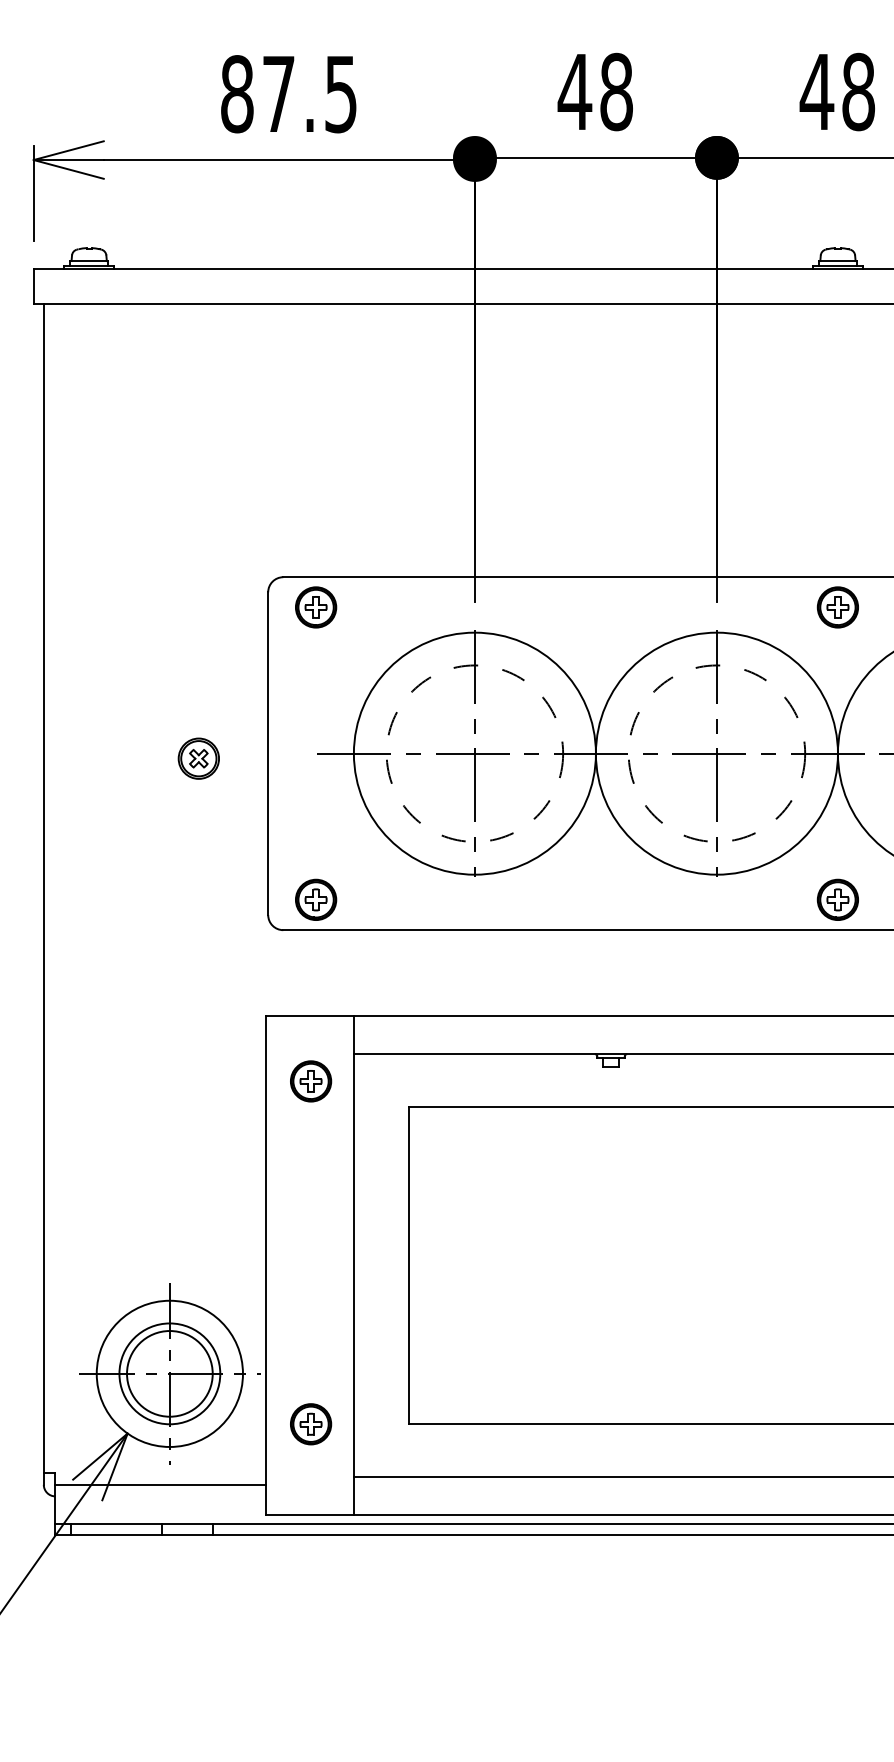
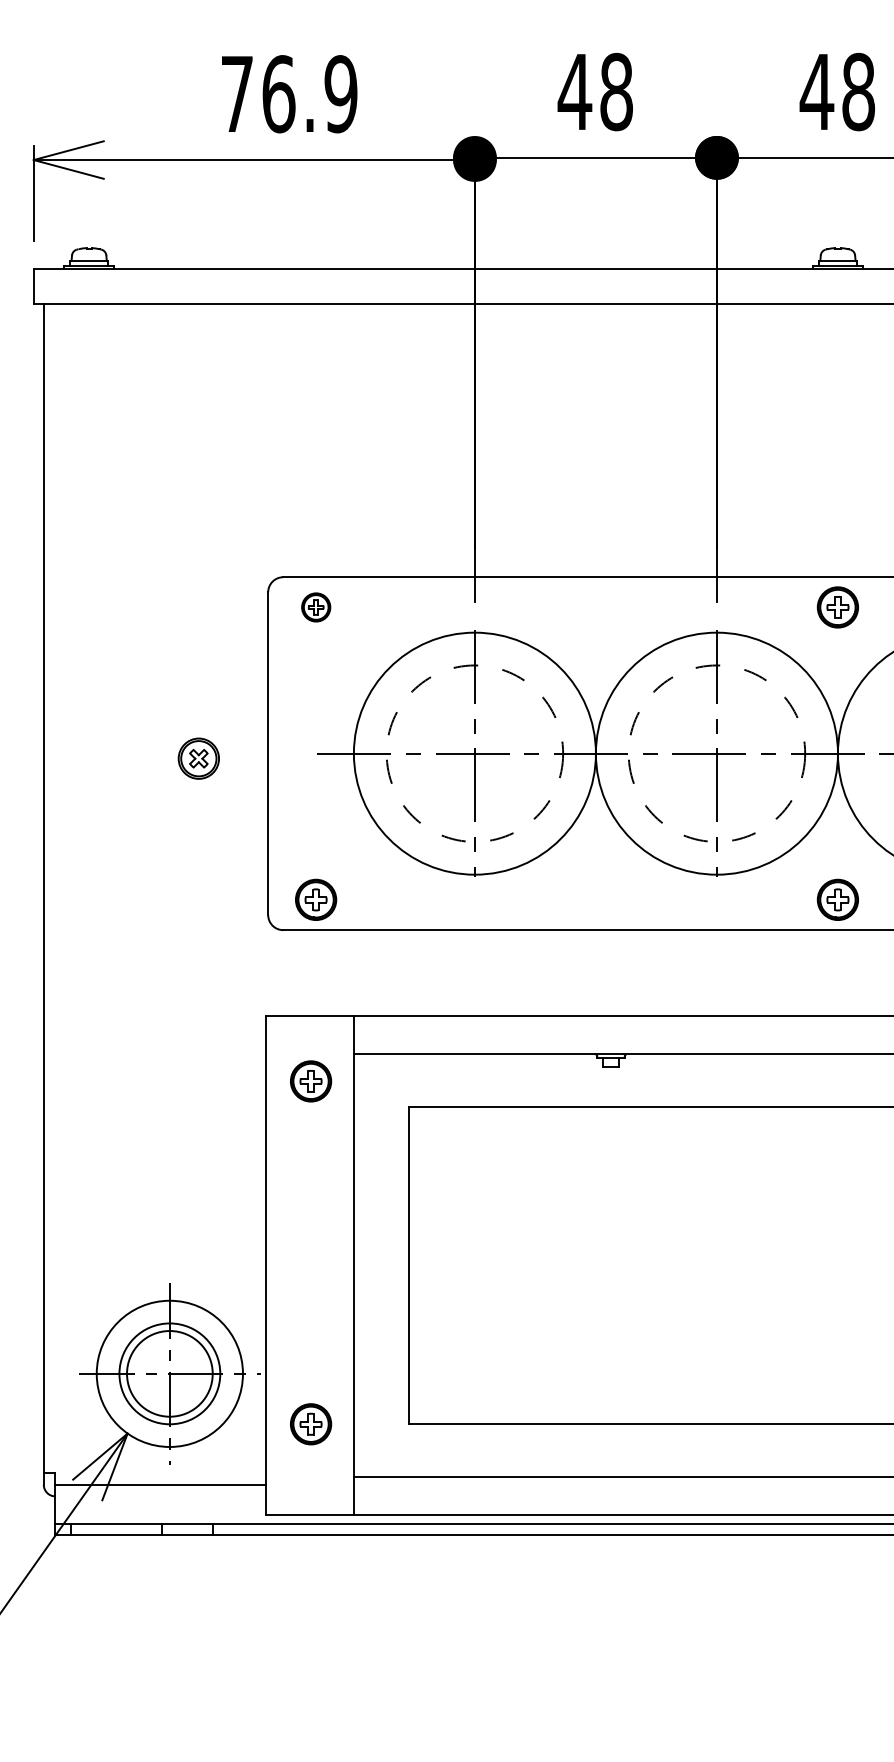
text at (289, 94): 87.5 -> 76.9
part at (316, 607) size: 43x43 px -> 31x31 px
